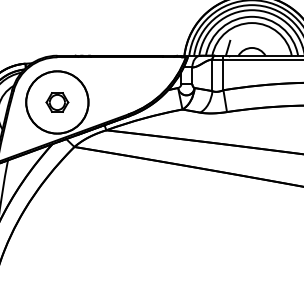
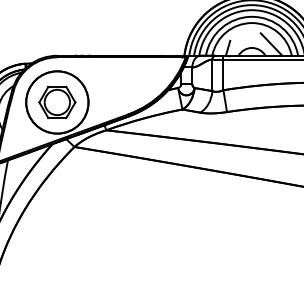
line at (271, 44): none -> present
part at (57, 102) size: 25x21 px -> 39x35 px
